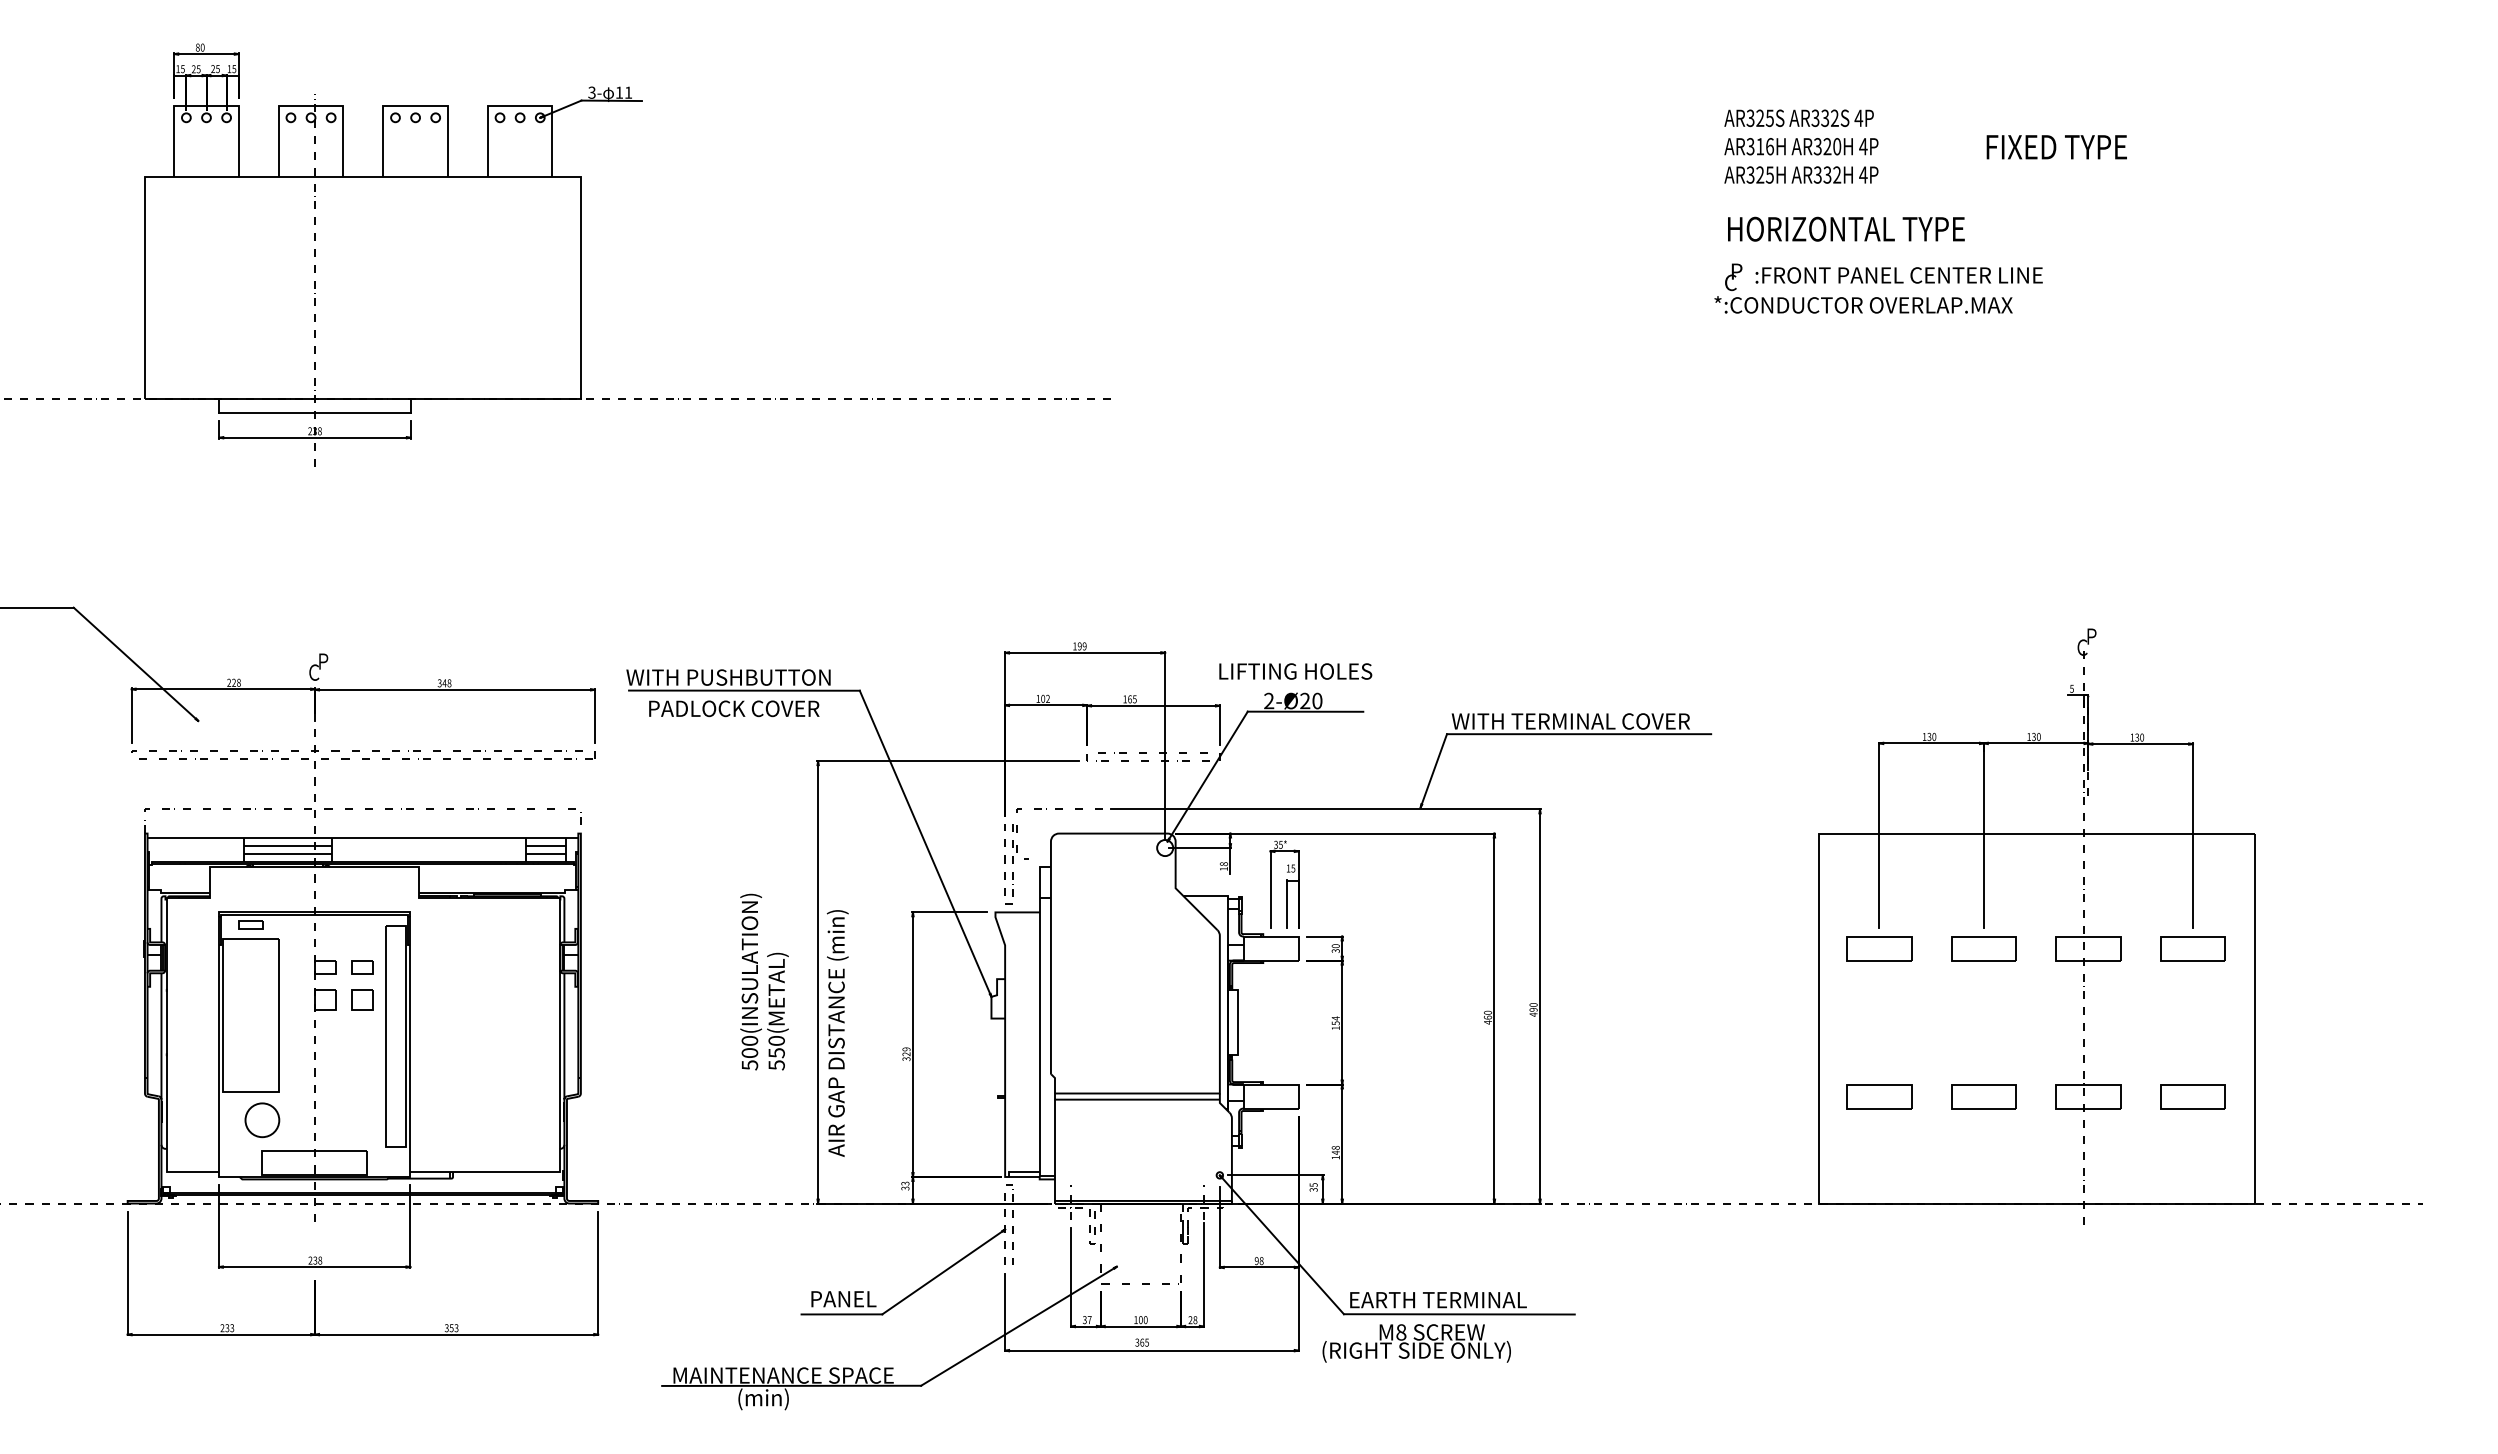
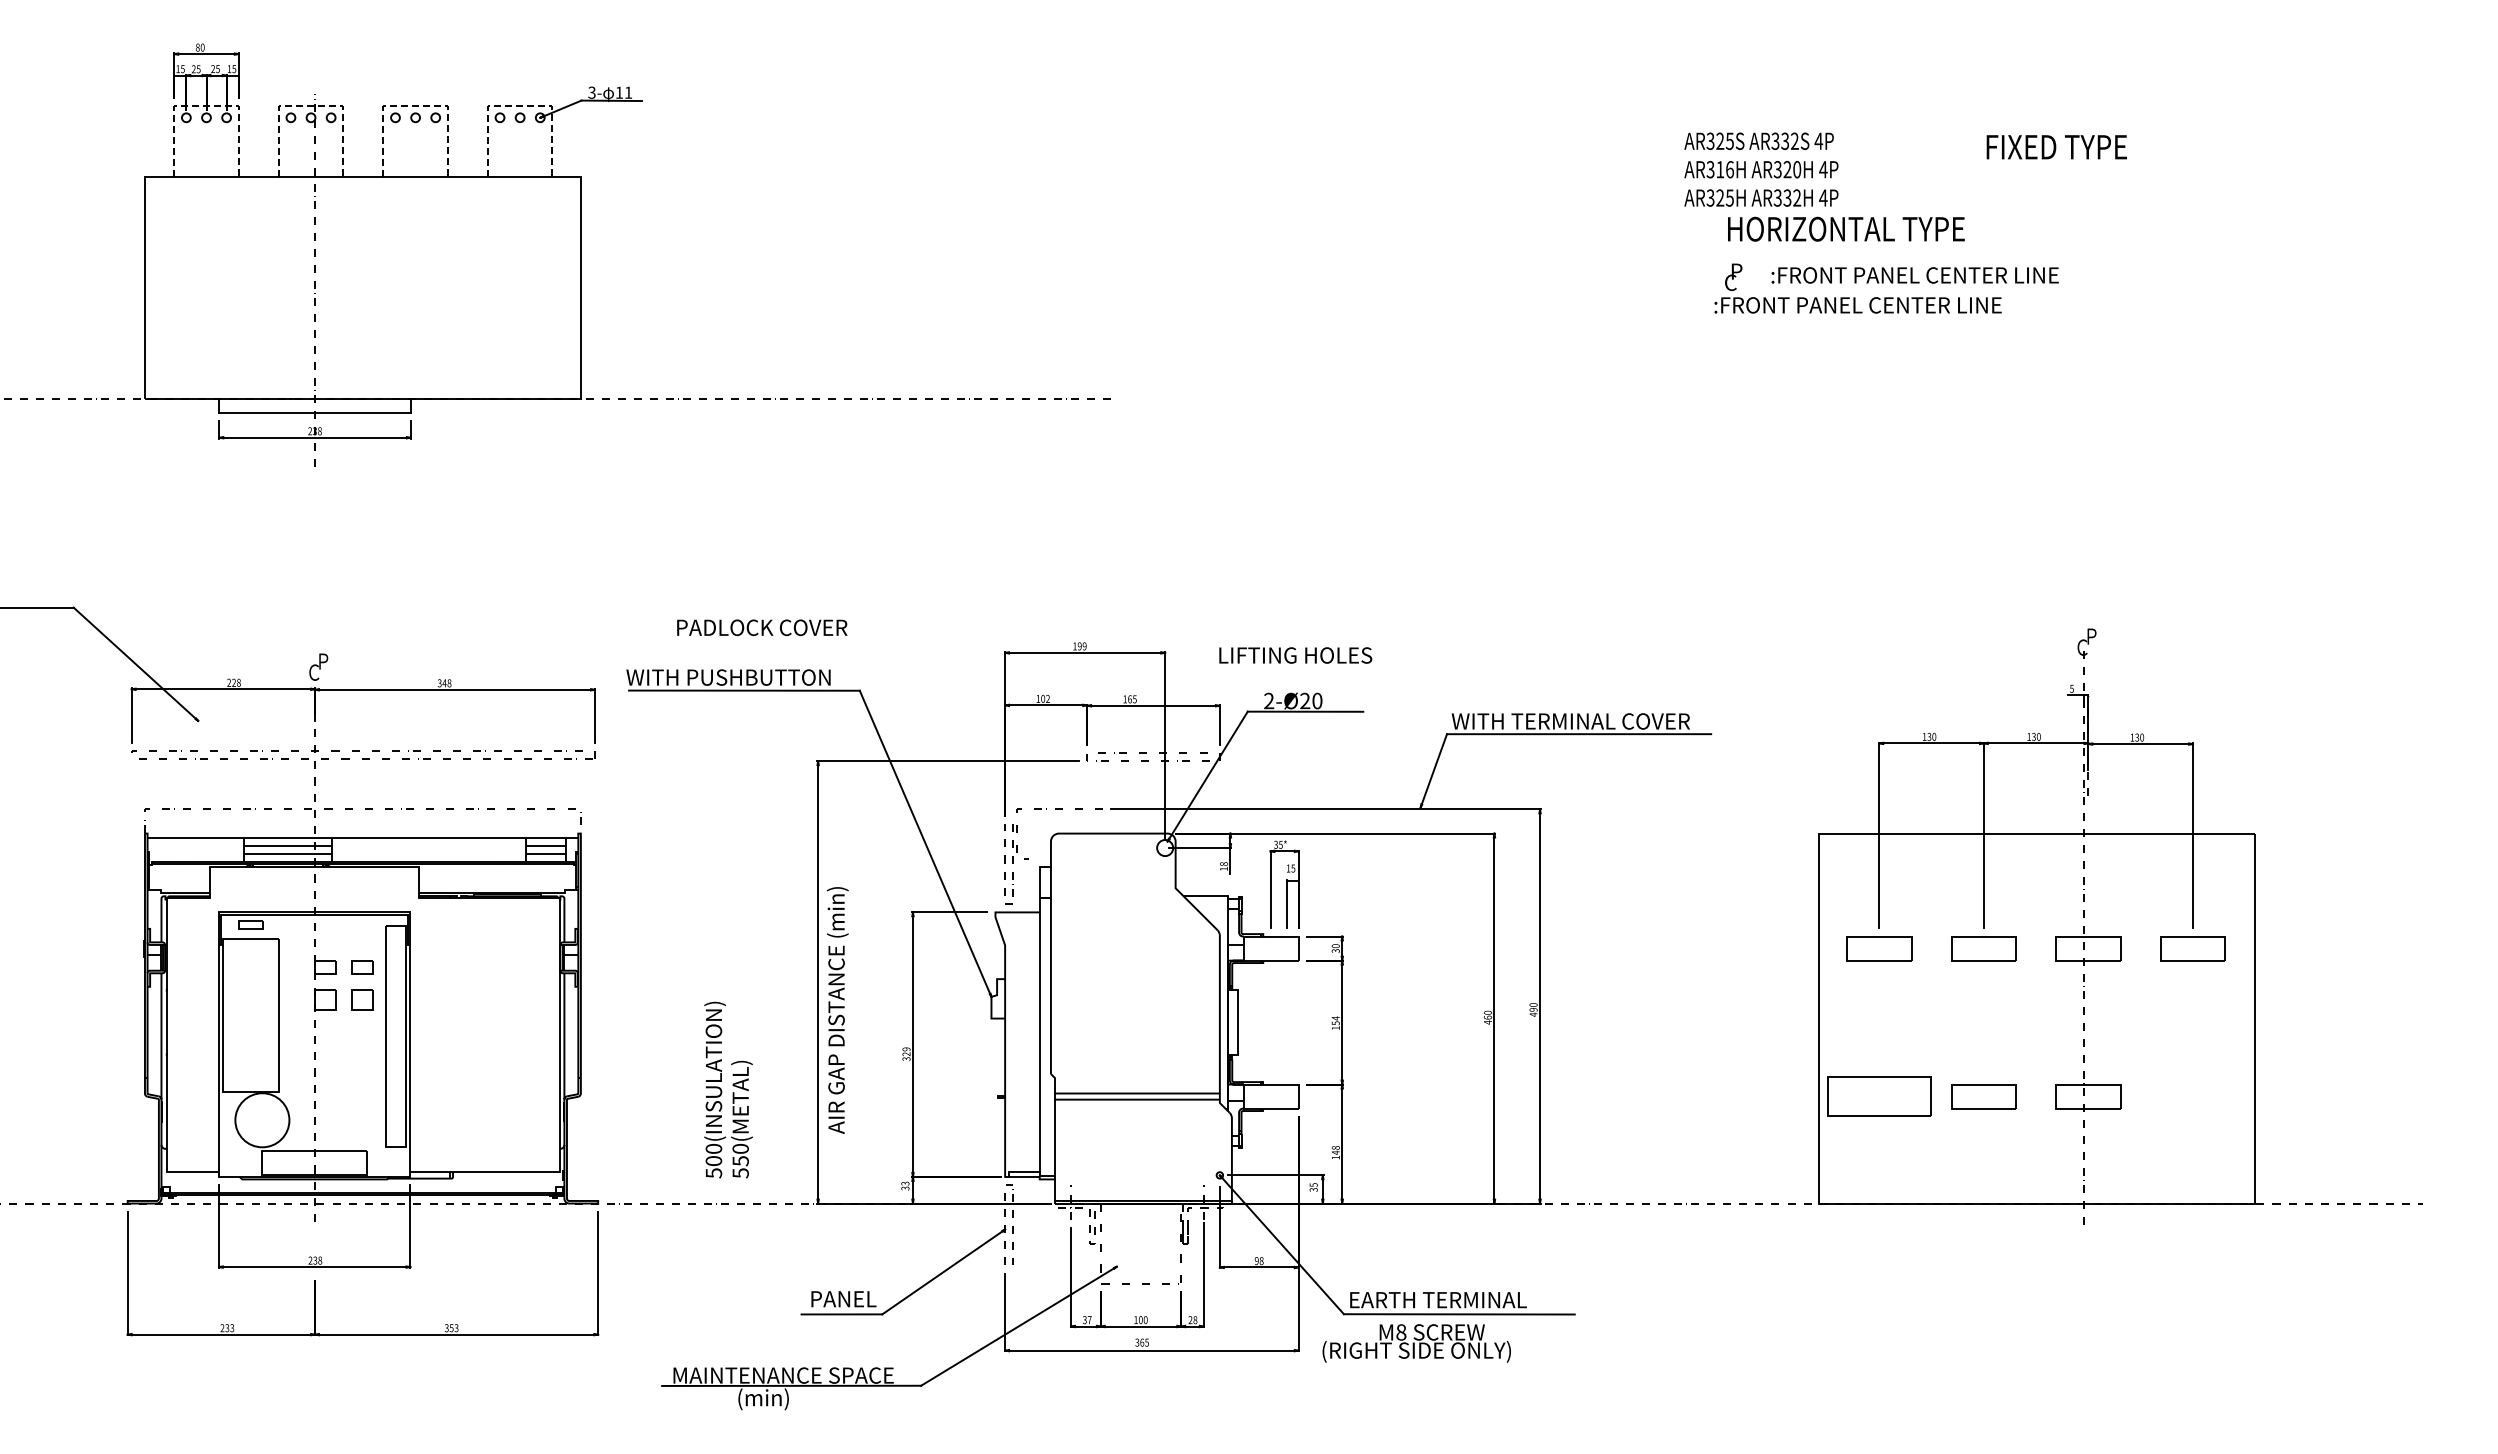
line at (207, 105): solid -> dashed
line at (311, 105): solid -> dashed
line at (416, 105): solid -> dashed
line at (520, 105): solid -> dashed
text at (1801, 146) position: (1801, 146) -> (1761, 169)
text at (1898, 275) position: (1898, 275) -> (1914, 275)
text at (1863, 304): *:CONDUCTOR OVERLAP.MAX -> :FRONT PANEL CENTER LINE
text at (1295, 671) position: (1295, 671) -> (1295, 655)
text at (734, 708) position: (734, 708) -> (762, 627)
text at (764, 981) position: (764, 981) -> (728, 1089)
text at (837, 1033) position: (837, 1033) -> (837, 1010)
part at (1879, 1096) size: 67x26 px -> 105x41 px
part at (2192, 1096): present -> none
circle at (262, 1120) diameter: 34 px -> 54 px
